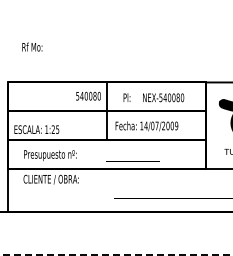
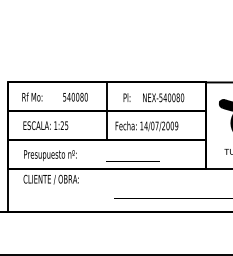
text at (32, 46) position: (32, 46) -> (32, 96)
text at (88, 95) position: (88, 95) -> (75, 96)
text at (36, 129) position: (36, 129) -> (45, 125)
line at (116, 254): dashed -> solid
